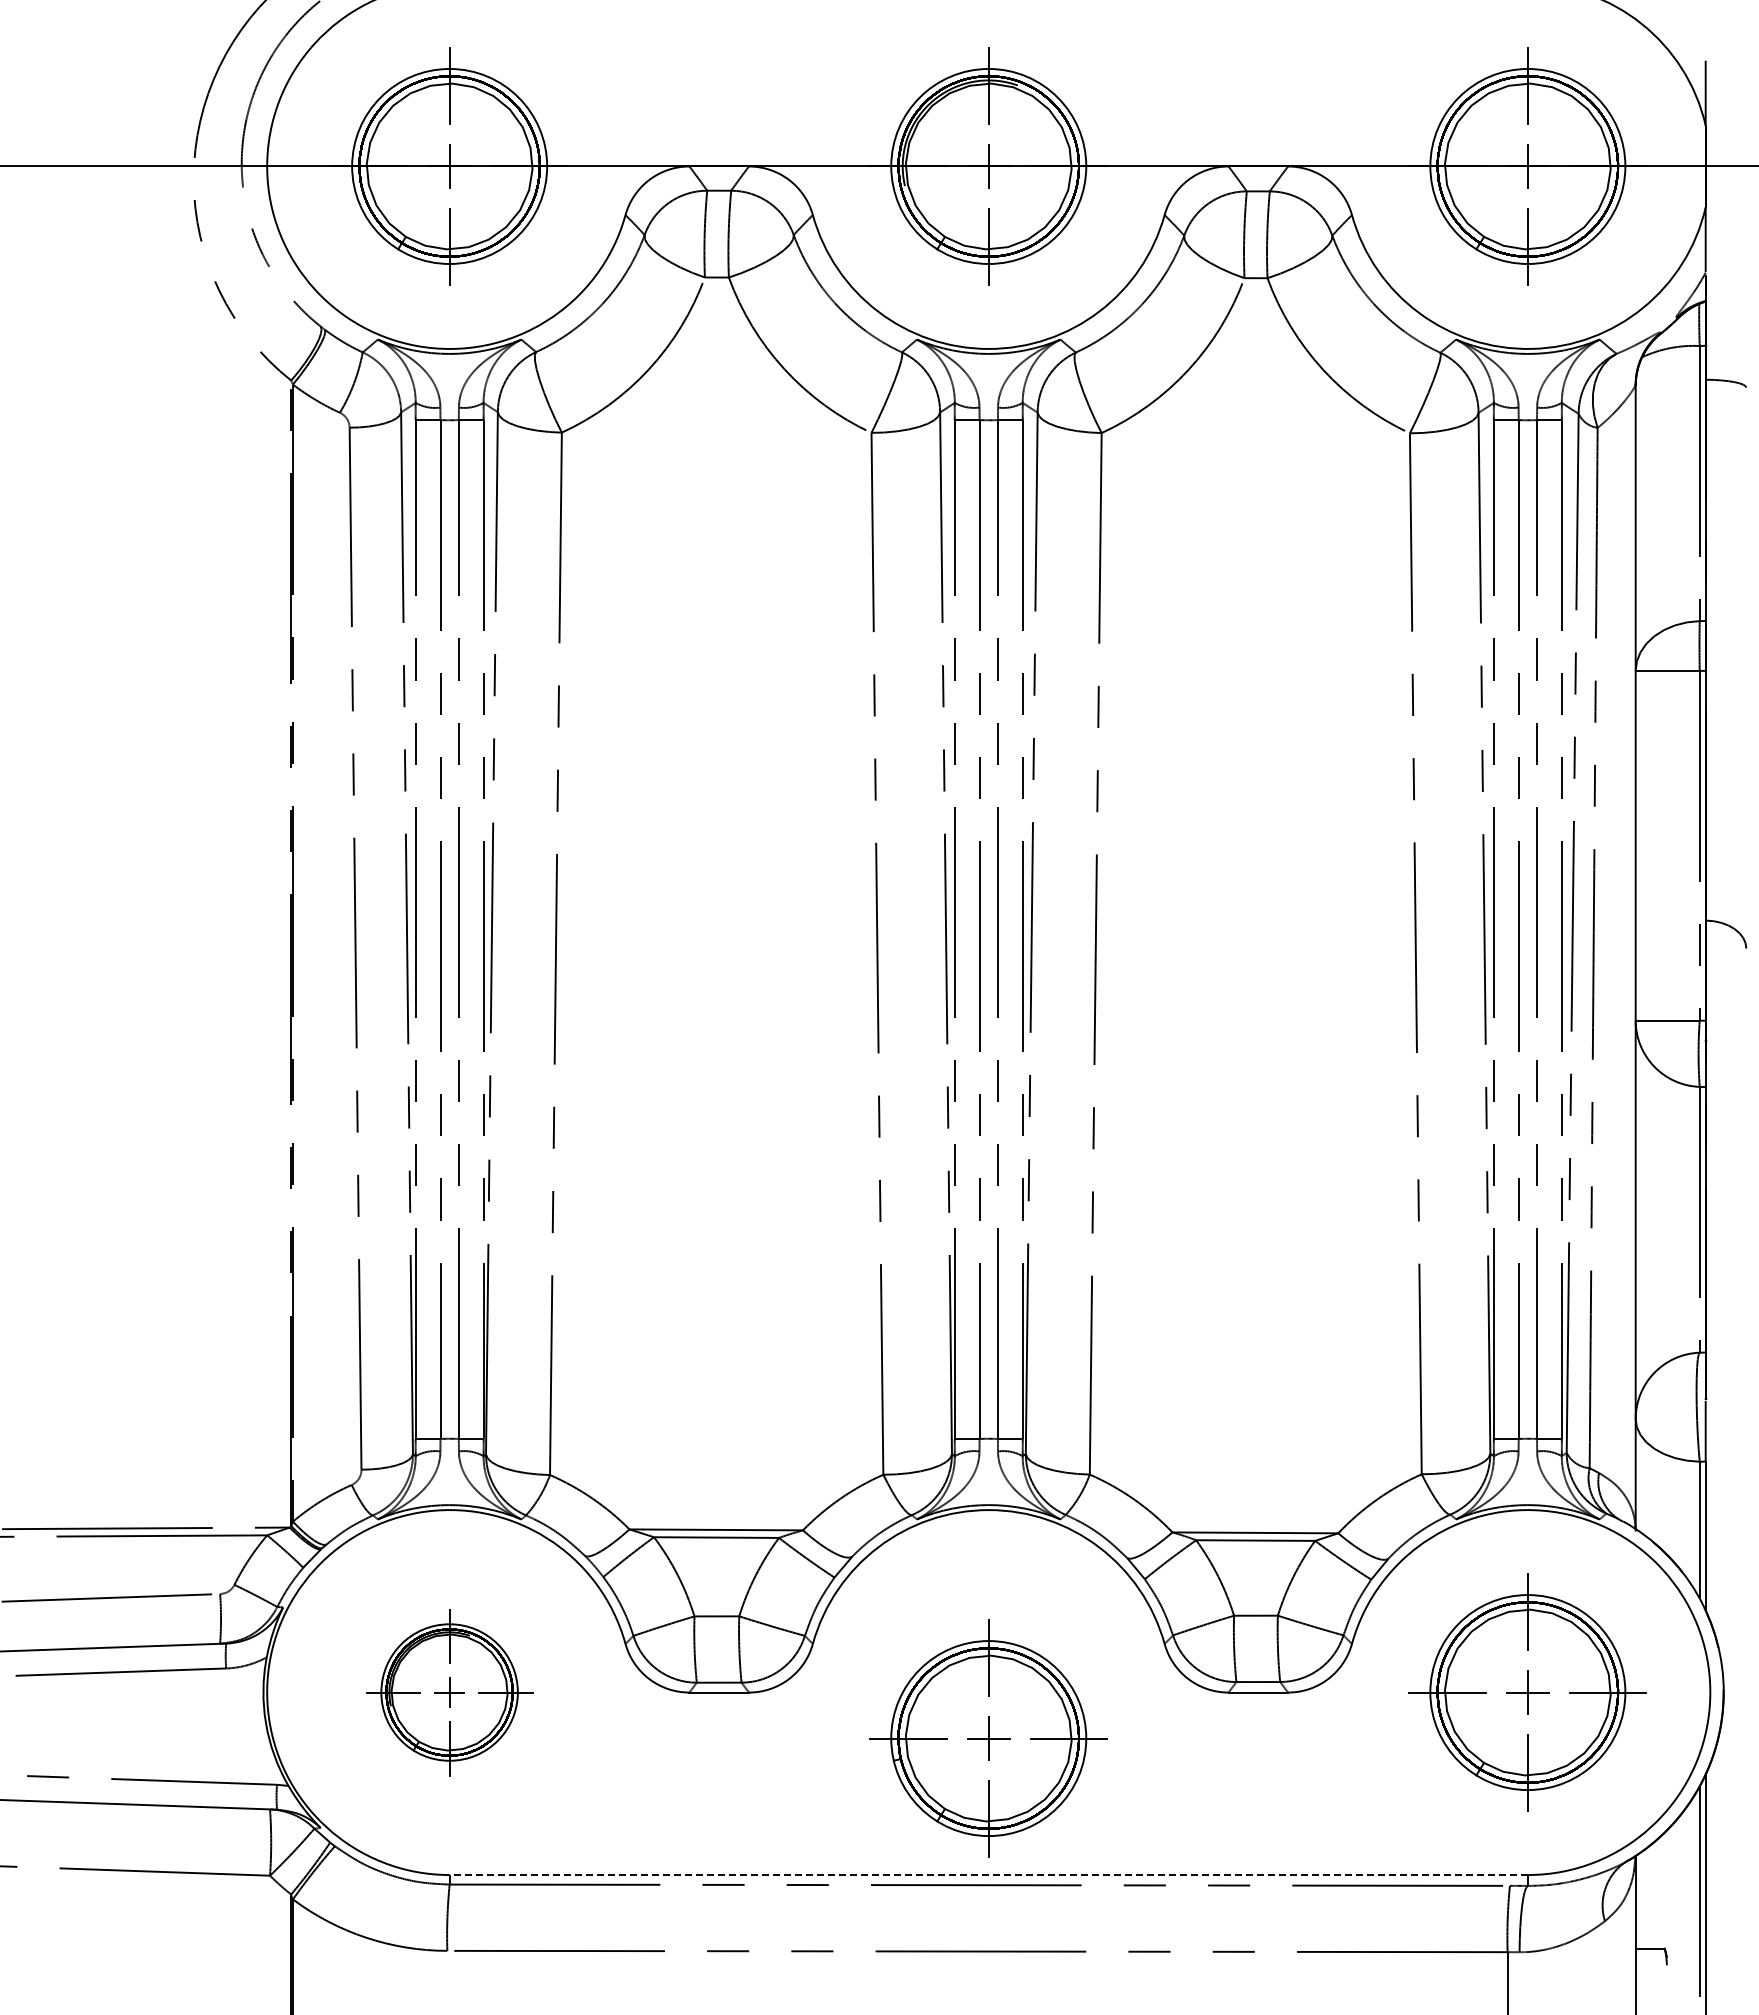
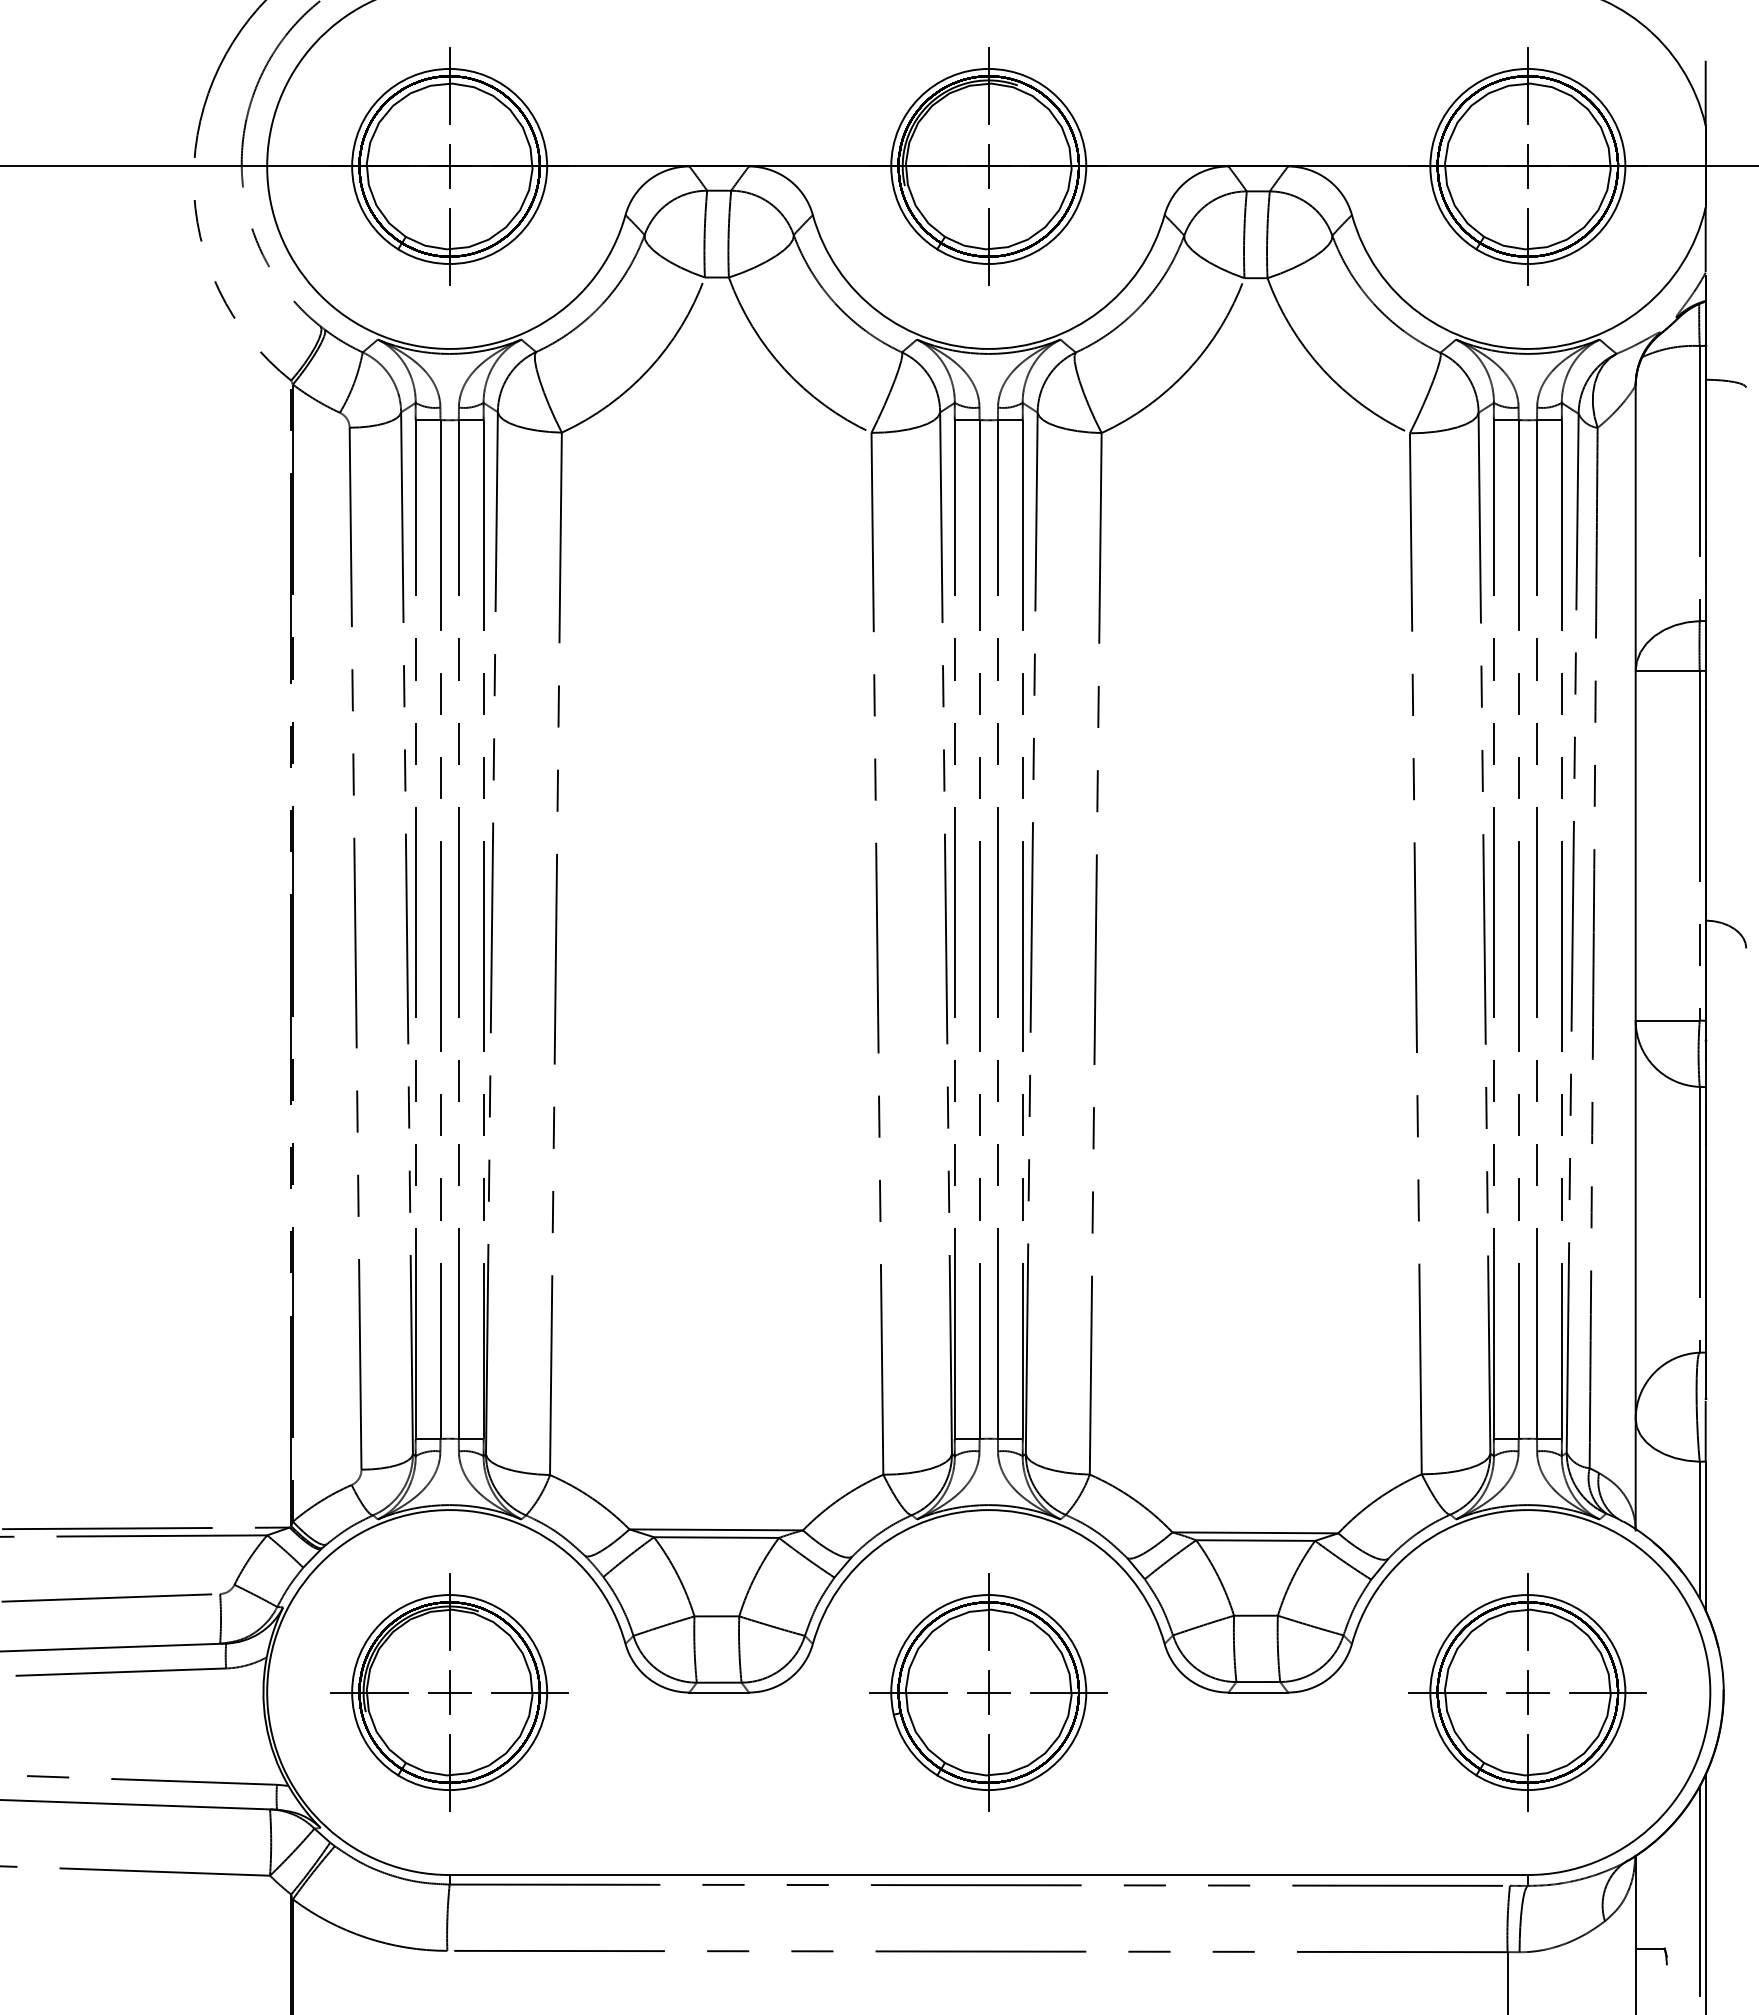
part at (449, 1692) size: 168x168 px -> 239x239 px
part at (988, 1738) position: (988, 1738) -> (988, 1692)
line at (988, 1875): dashed -> solid
